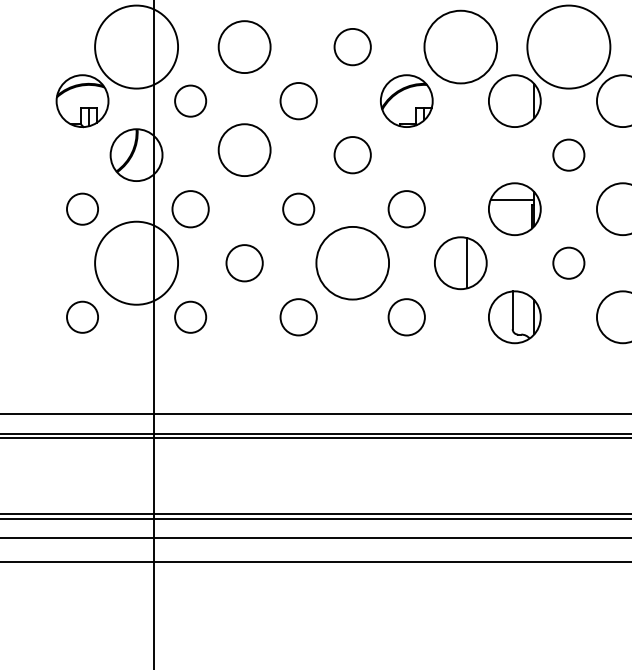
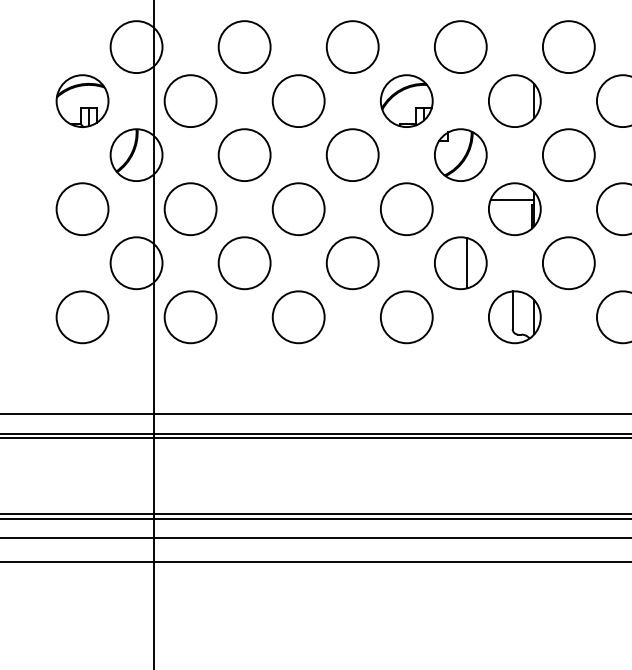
circle at (136, 46) diameter: 83 px -> 52 px
circle at (352, 46) diameter: 36 px -> 52 px
circle at (460, 46) diameter: 73 px -> 52 px
circle at (568, 46) diameter: 83 px -> 52 px
circle at (190, 100) diameter: 31 px -> 52 px
circle at (298, 101) diameter: 36 px -> 52 px
circle at (244, 149) position: (244, 149) -> (244, 154)
part at (460, 154): none -> present
circle at (568, 154) diameter: 31 px -> 52 px
circle at (352, 155) diameter: 36 px -> 52 px
circle at (82, 208) diameter: 31 px -> 52 px
circle at (298, 208) diameter: 31 px -> 52 px
circle at (190, 209) diameter: 36 px -> 52 px
circle at (406, 209) diameter: 36 px -> 52 px
circle at (136, 262) diameter: 83 px -> 52 px
circle at (352, 262) diameter: 73 px -> 52 px
circle at (568, 262) diameter: 31 px -> 52 px
circle at (244, 263) diameter: 36 px -> 52 px
circle at (82, 316) diameter: 31 px -> 52 px
circle at (190, 316) diameter: 31 px -> 52 px
circle at (298, 317) diameter: 36 px -> 52 px
circle at (406, 317) diameter: 36 px -> 52 px
